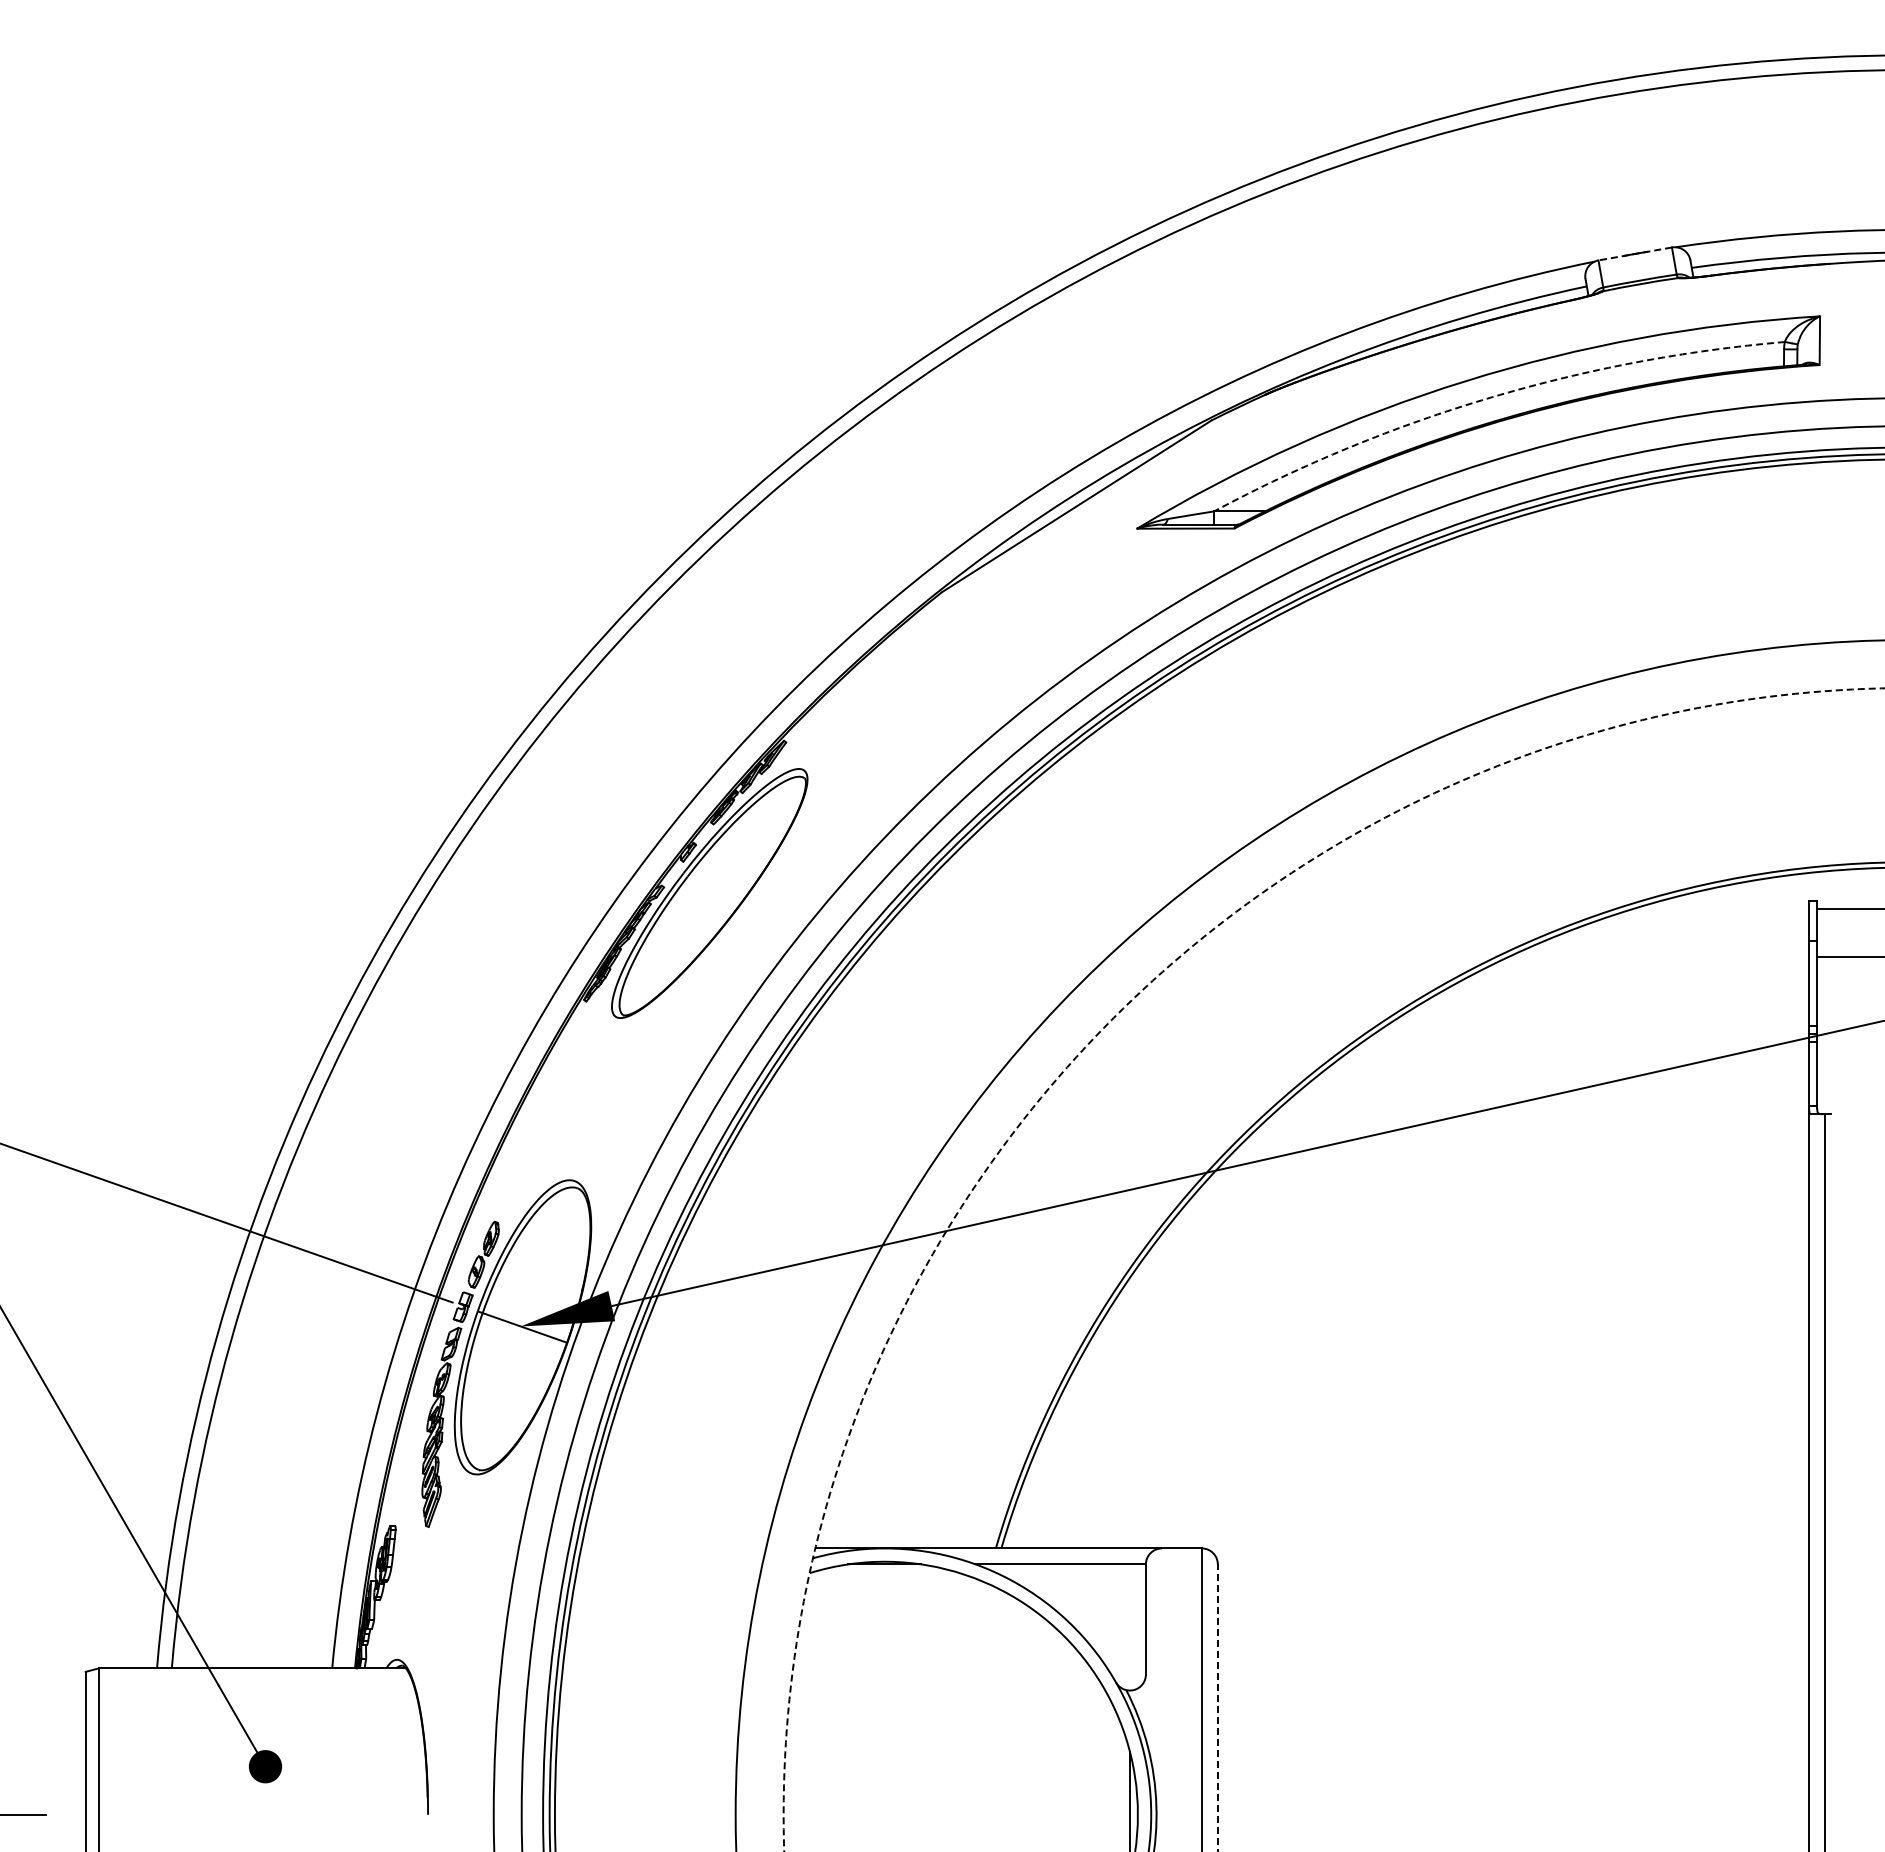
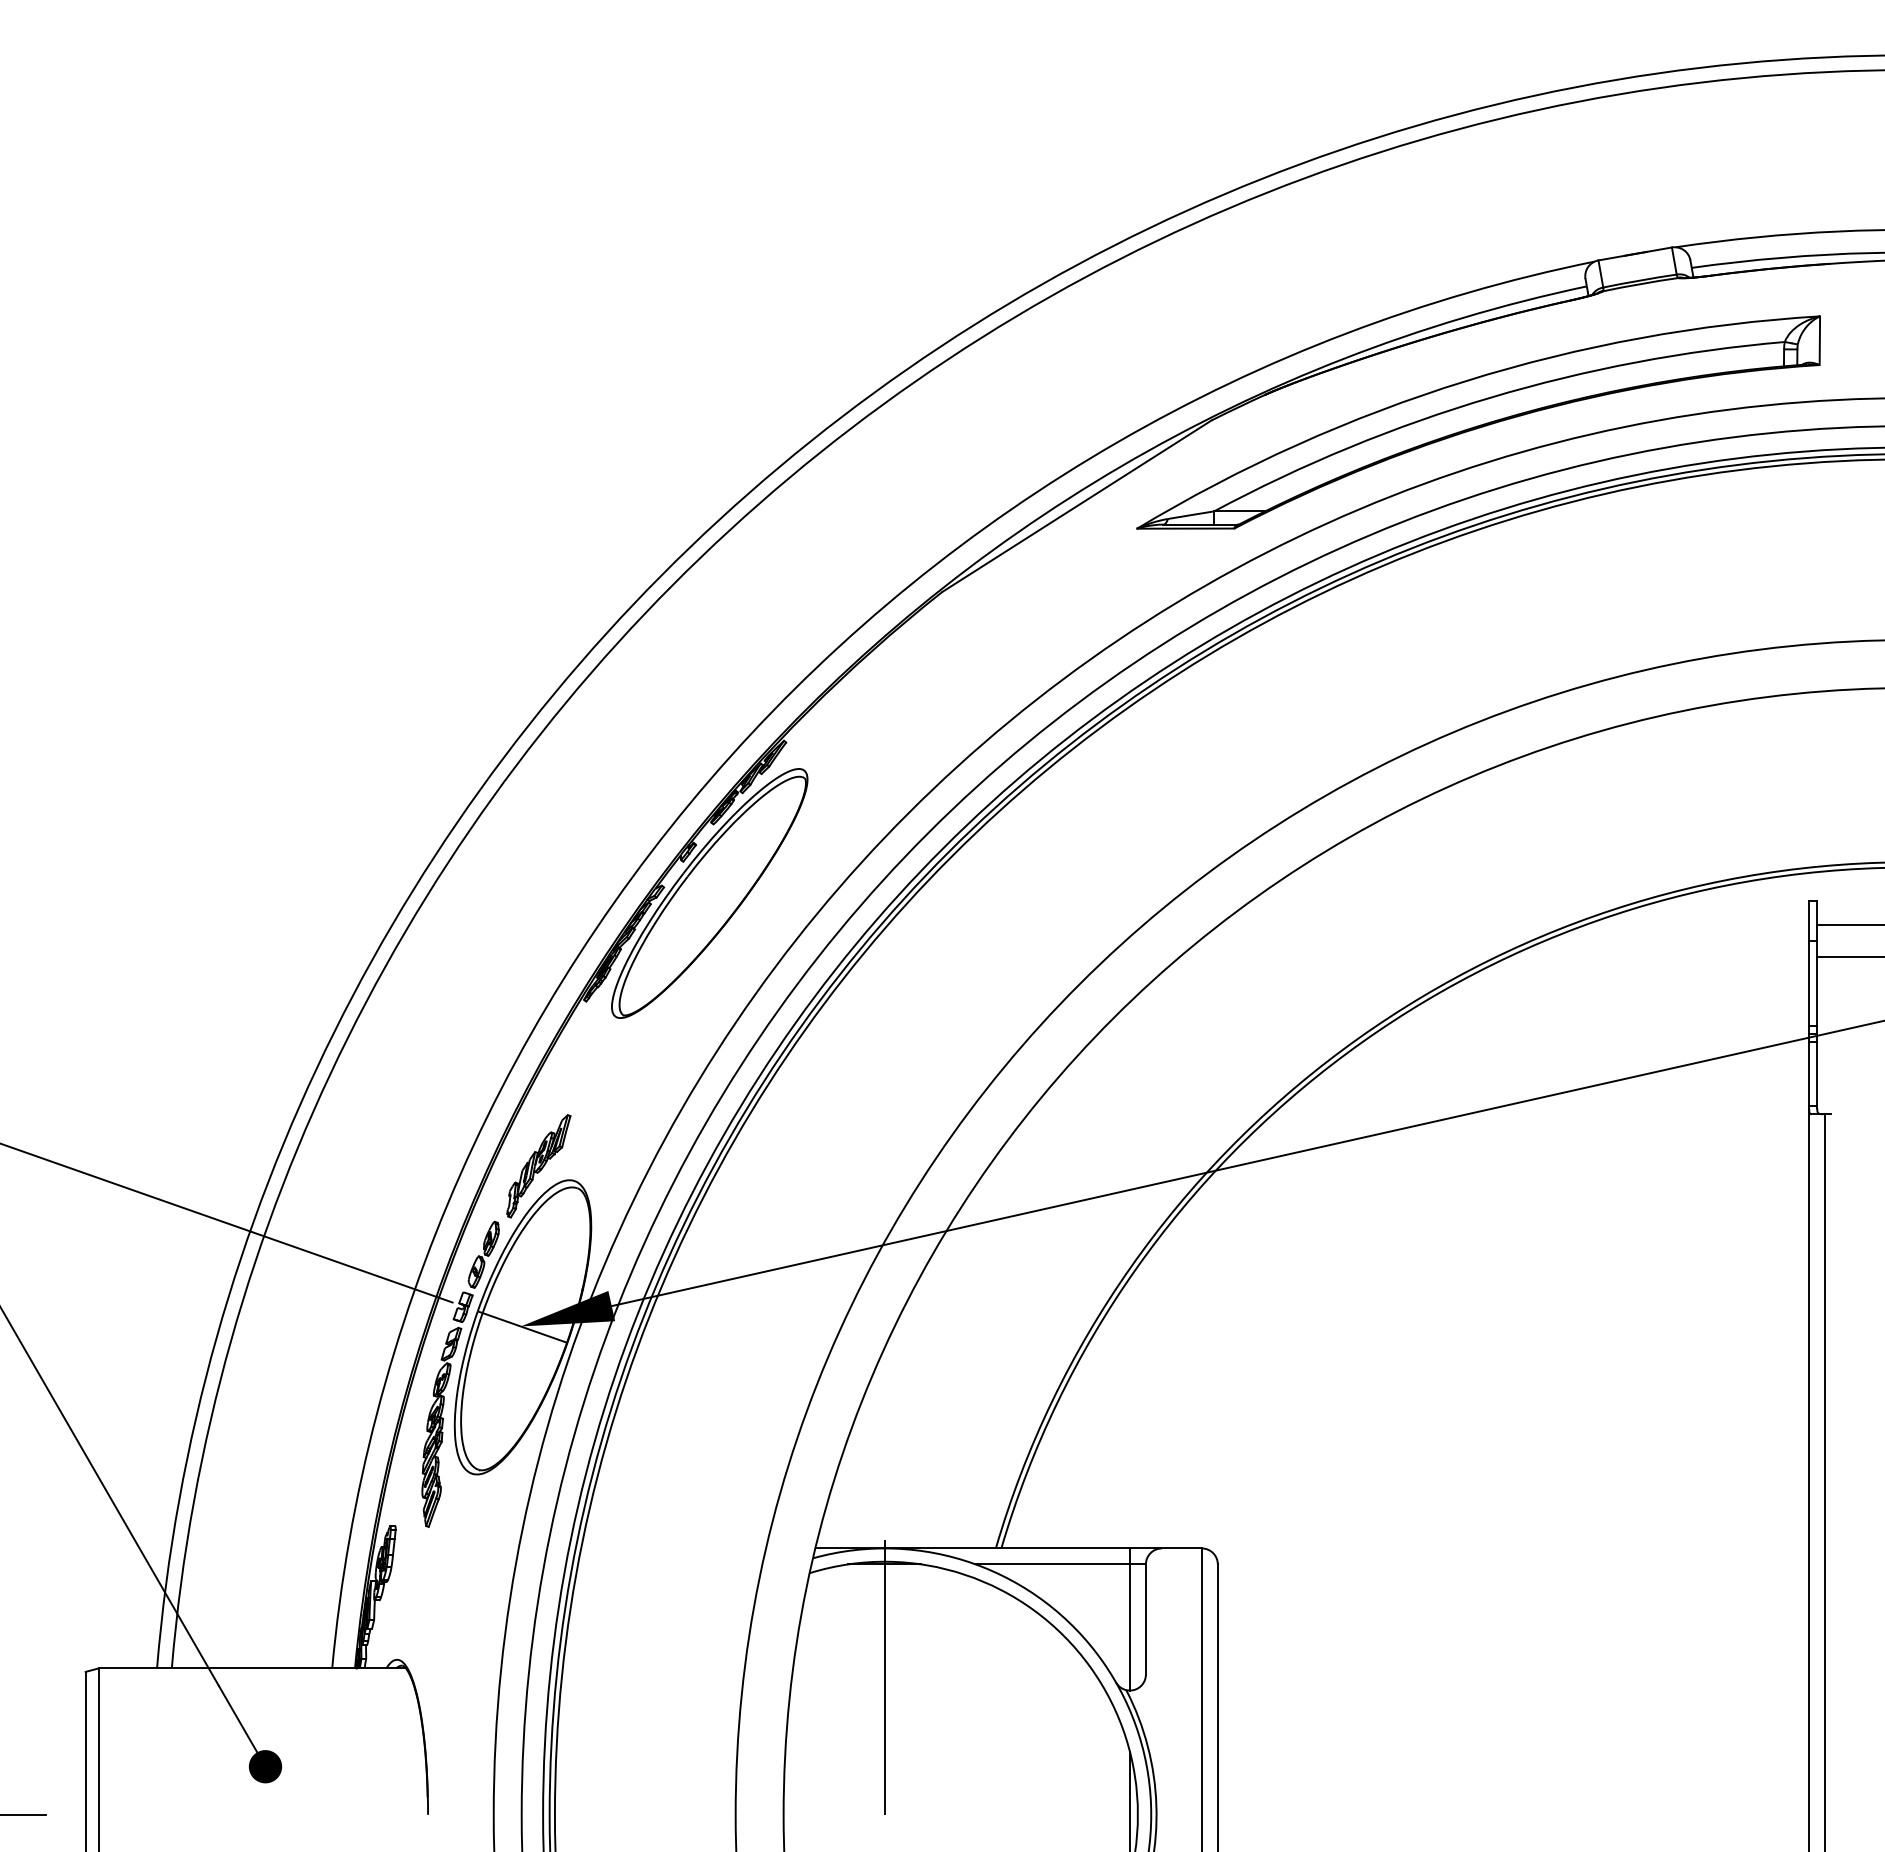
line at (1634, 254): dashed -> solid
arc at (1490, 397): dashed -> solid
line at (1849, 909) position: (1849, 909) -> (1849, 925)
part at (538, 1166): none -> present
circle at (1333, 1269): dashed -> solid
line at (1129, 1619): none -> present
line at (884, 1677): none -> present
line at (1217, 1707): dashed -> solid
